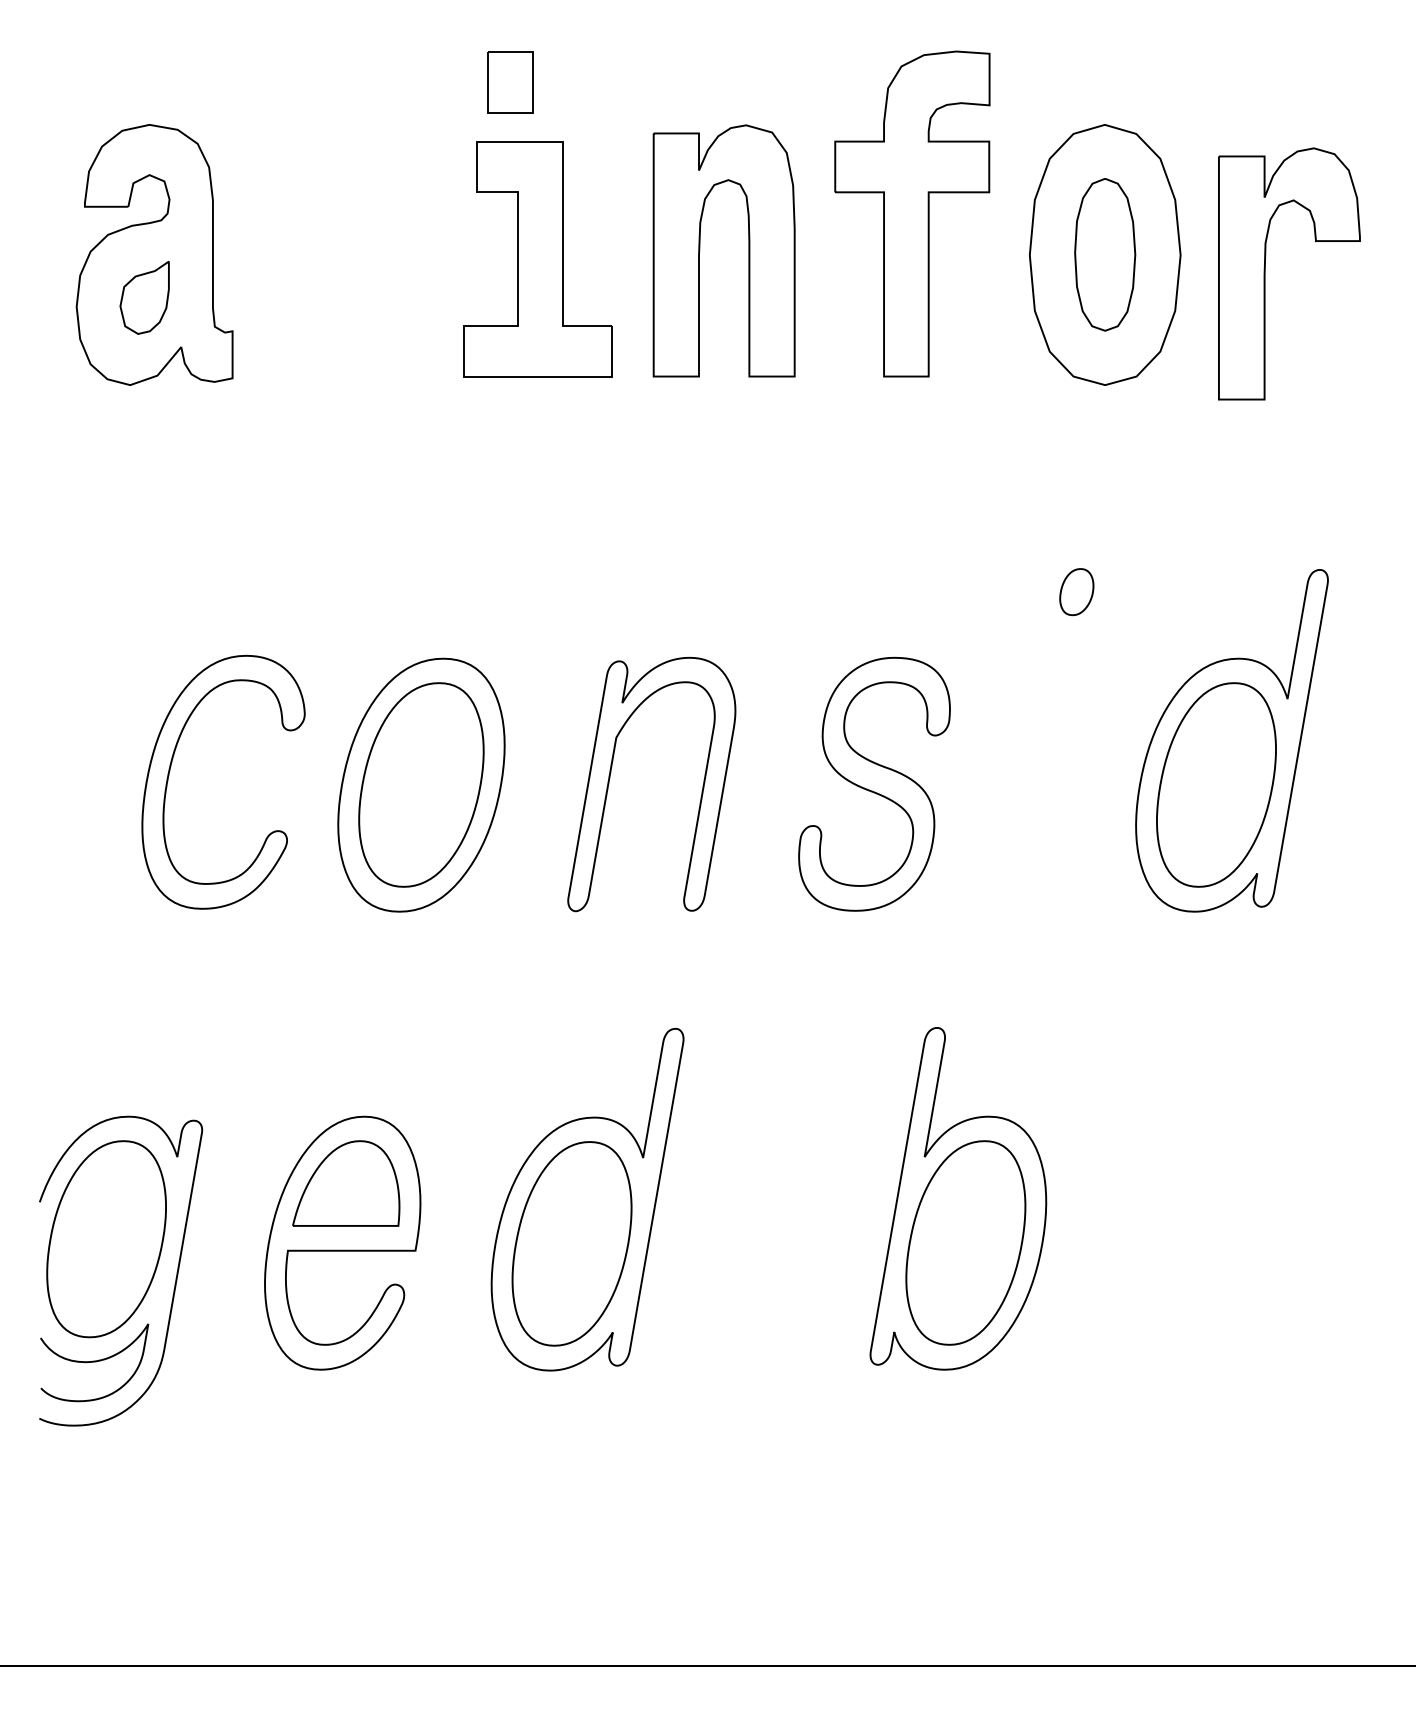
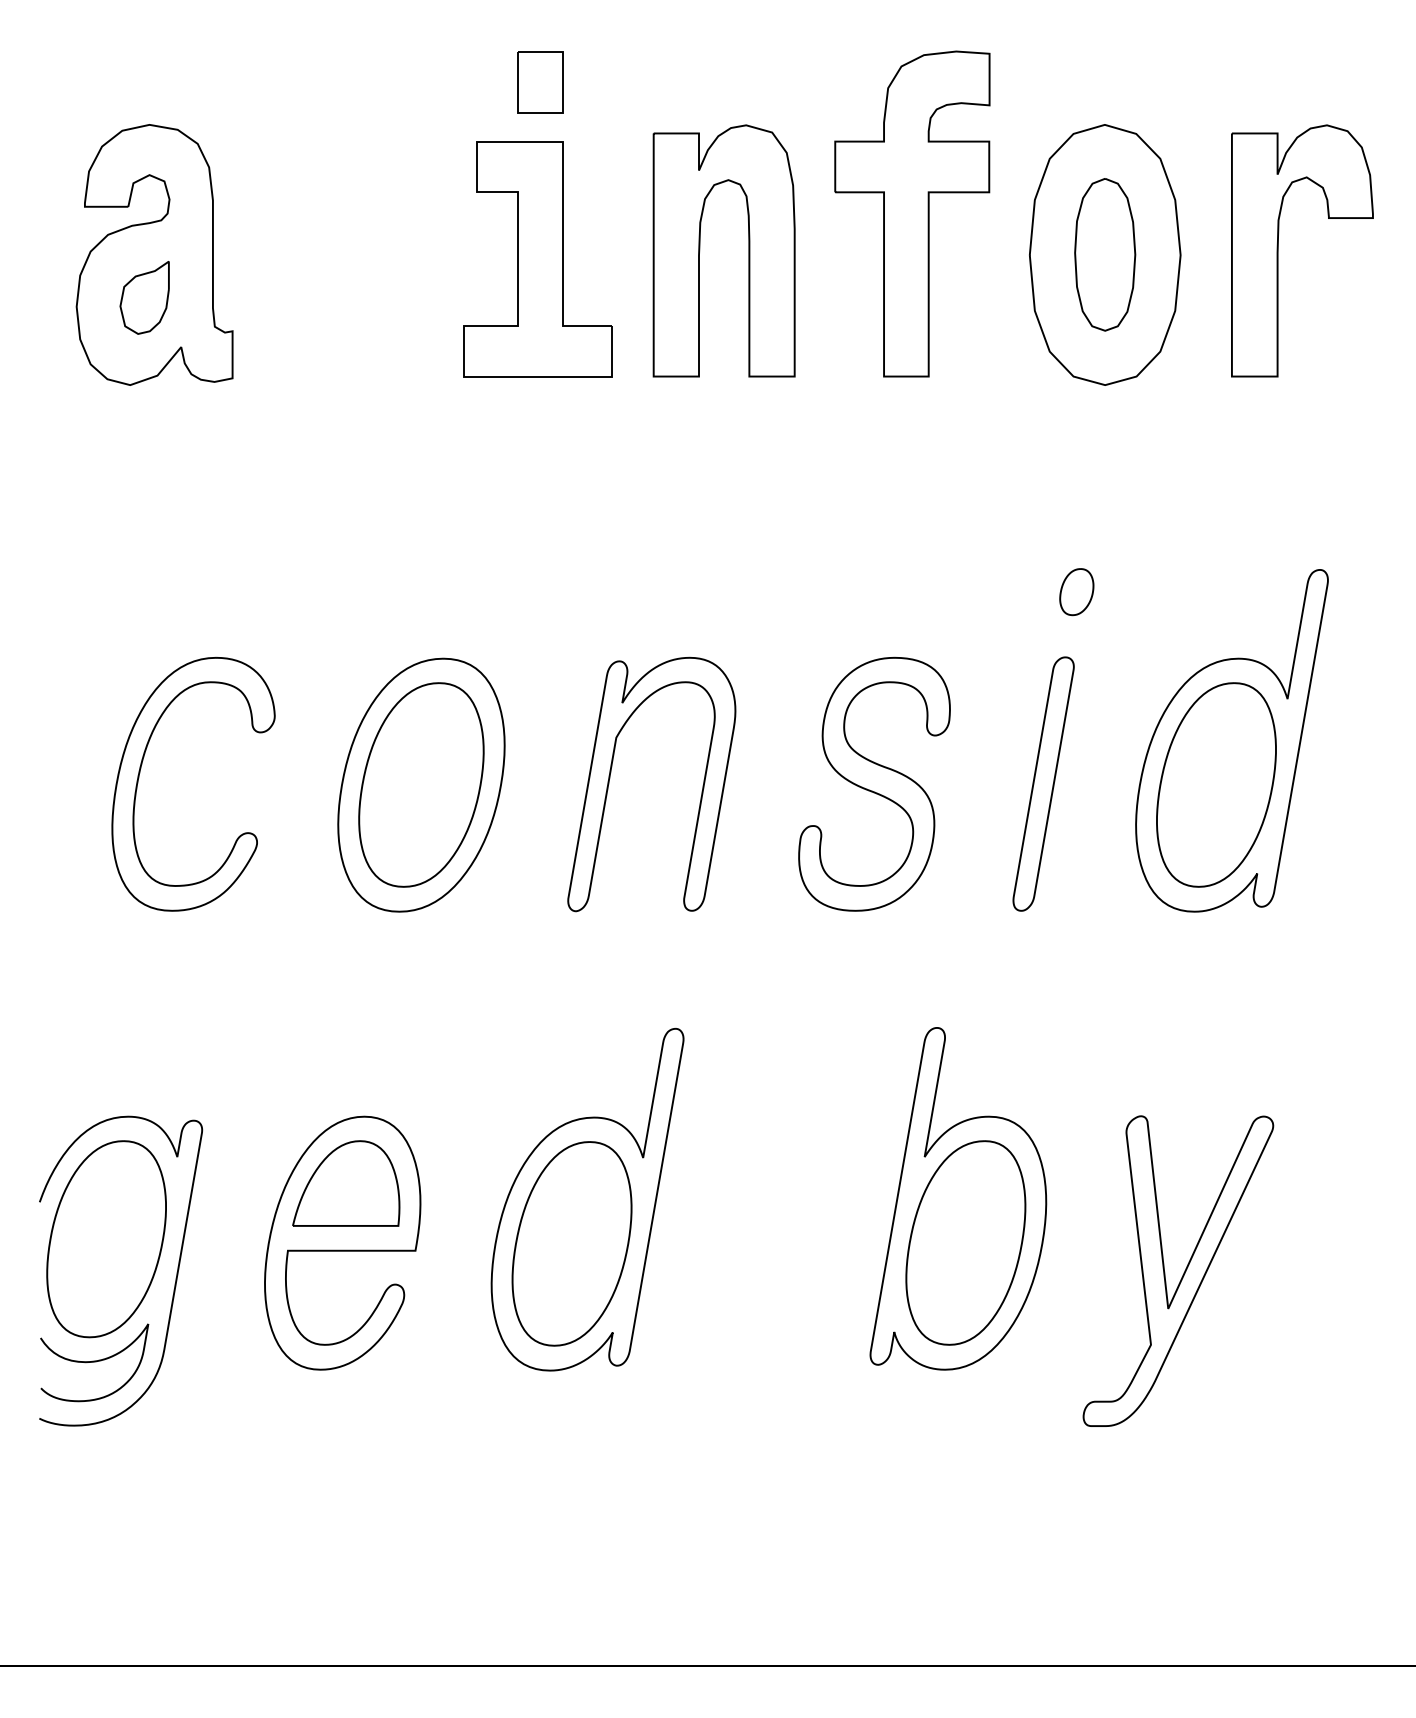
part at (510, 82) position: (510, 82) -> (540, 82)
part at (1265, 273) position: (1265, 273) -> (1278, 250)
part at (170, 771) position: (170, 771) -> (140, 773)
part at (1043, 783): none -> present
part at (1178, 1270): none -> present
